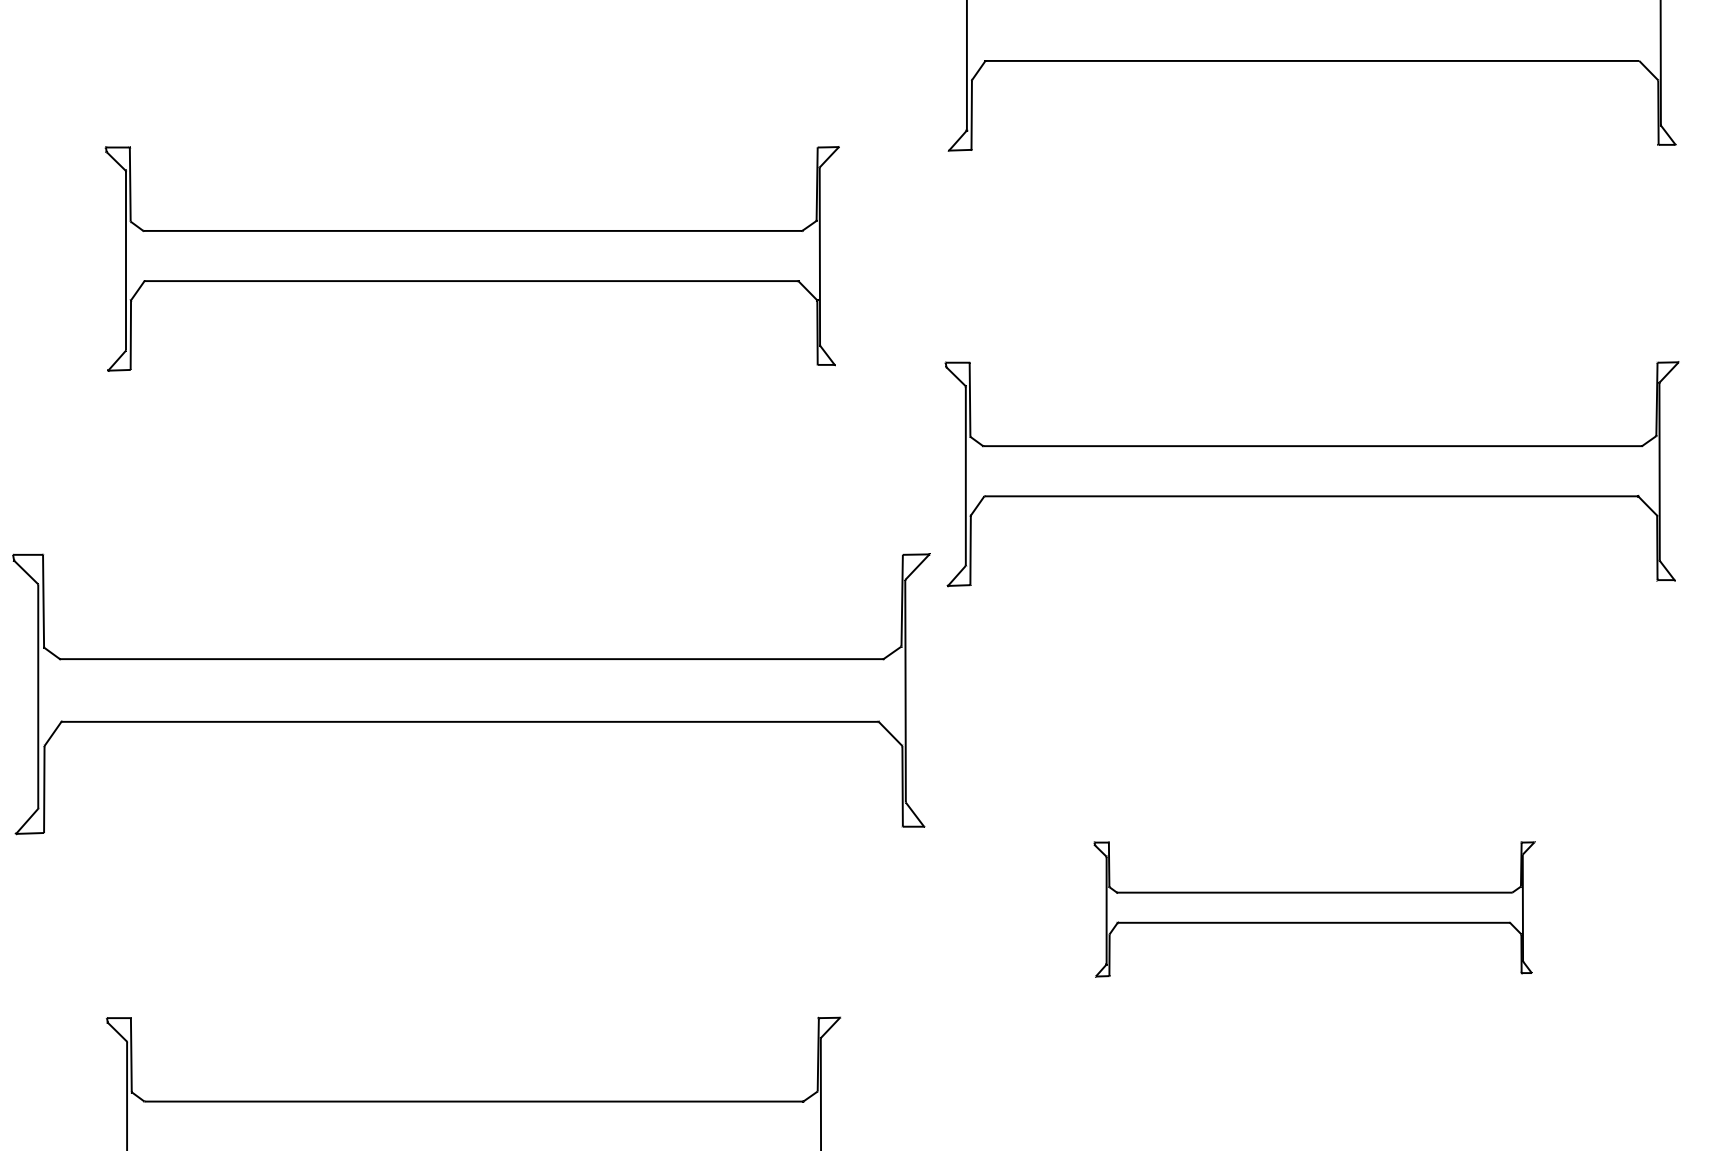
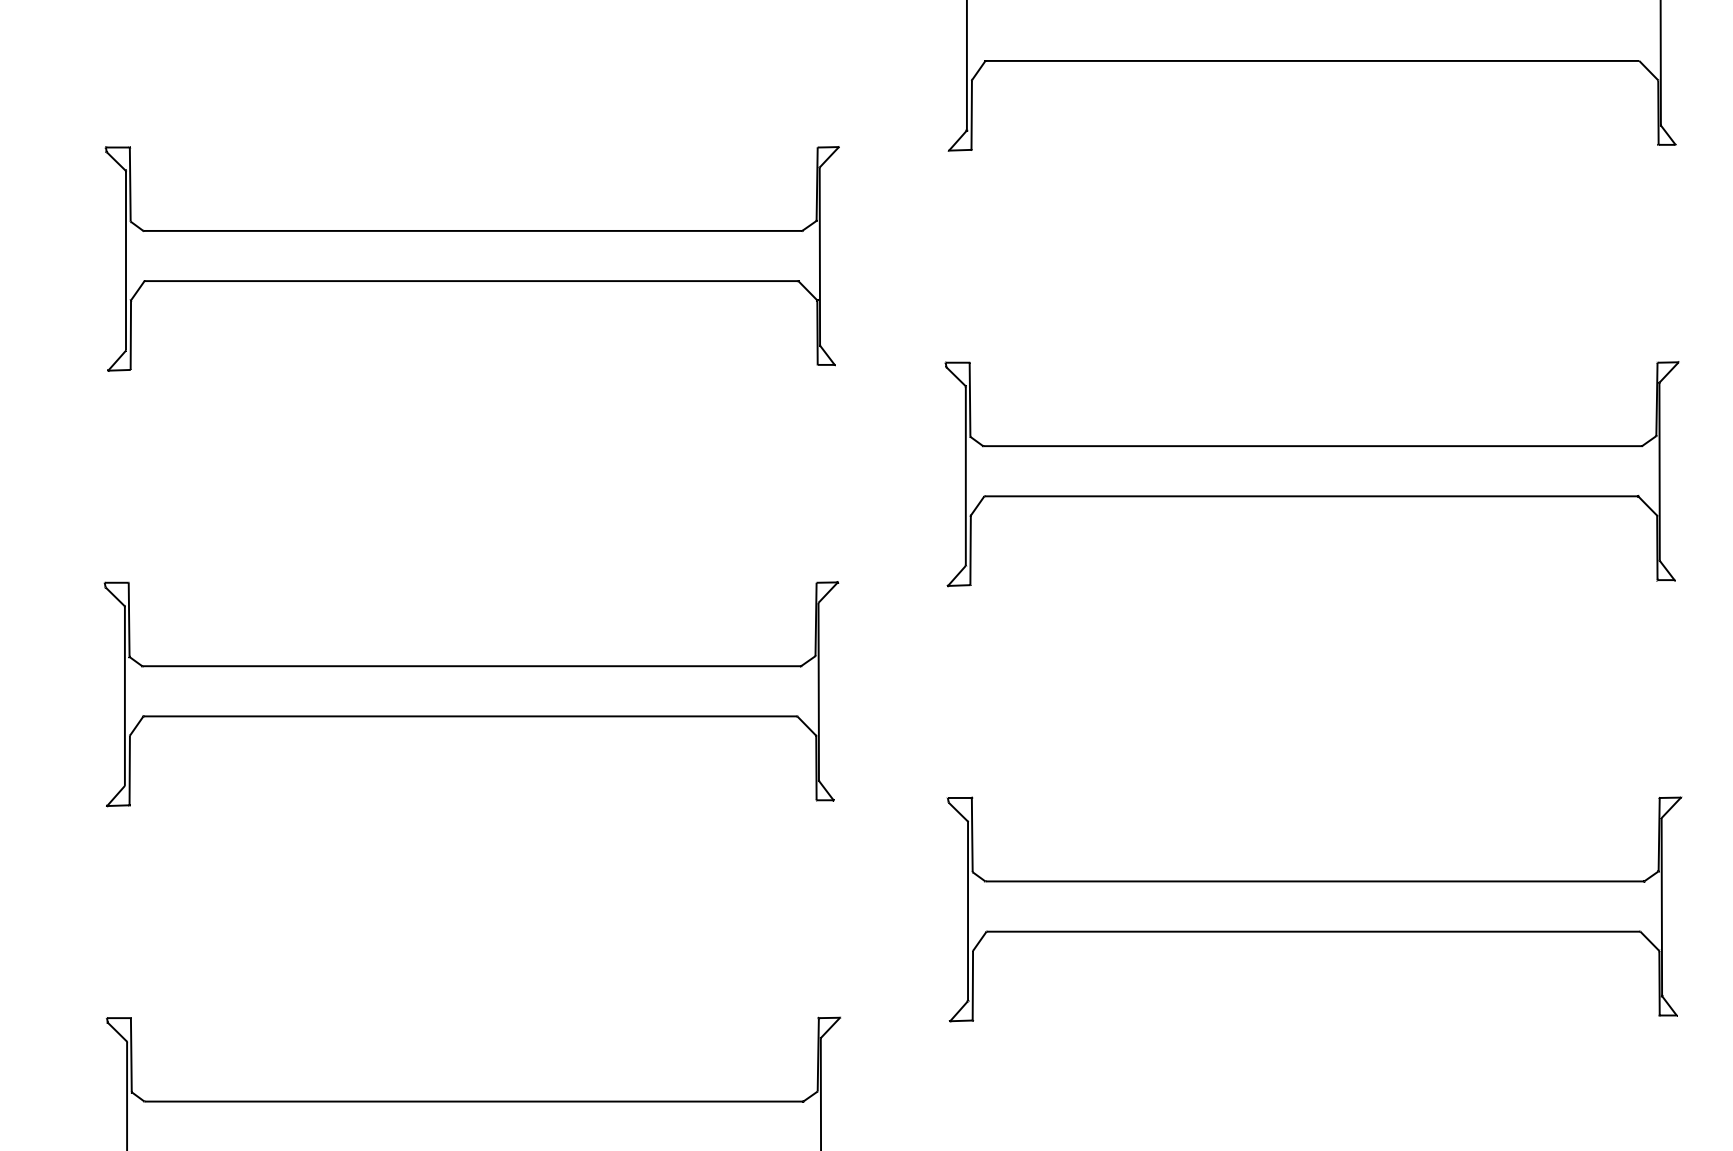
part at (471, 694) size: 919x283 px -> 737x227 px
part at (1314, 909) size: 443x137 px -> 737x227 px
